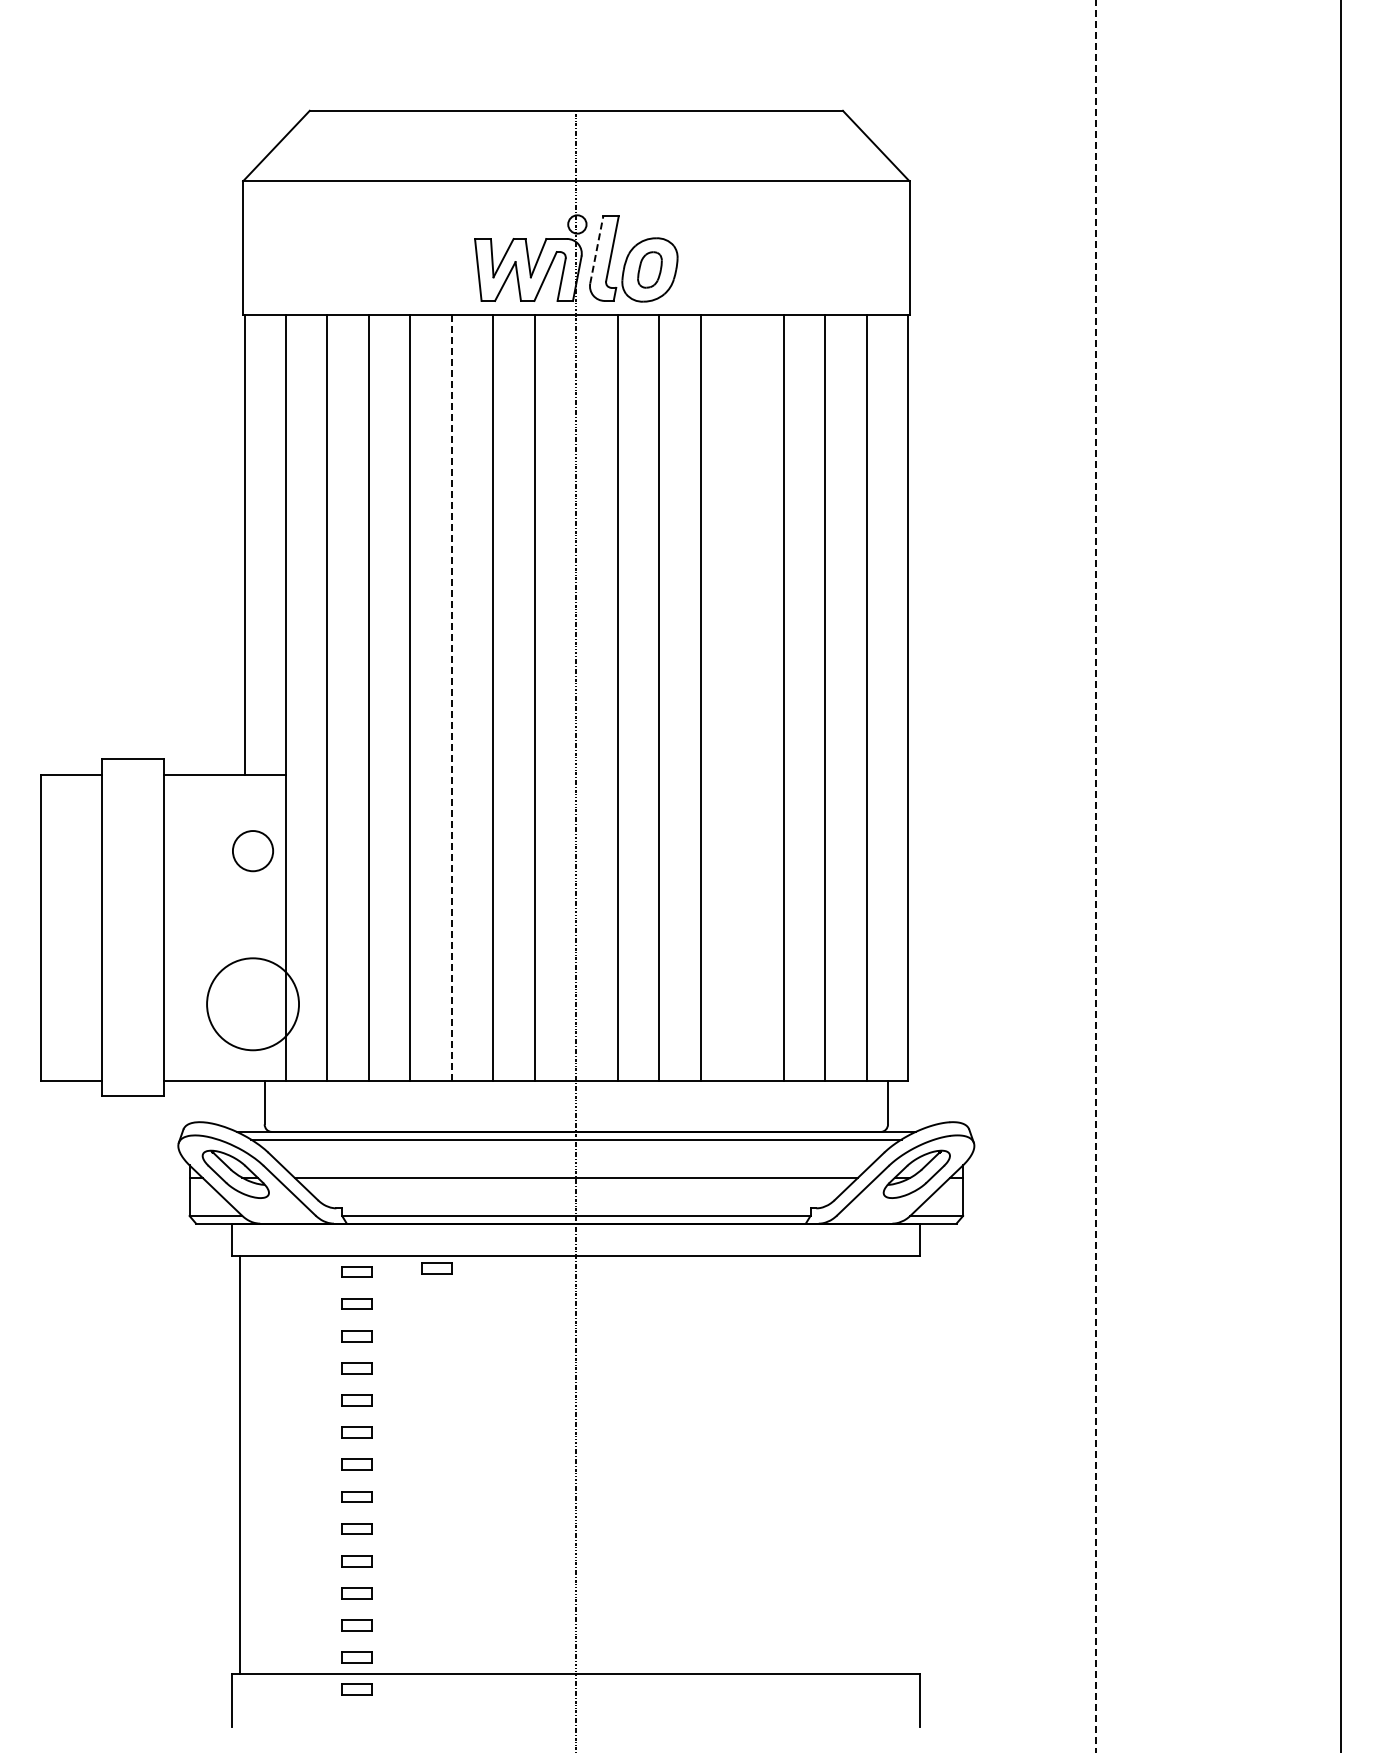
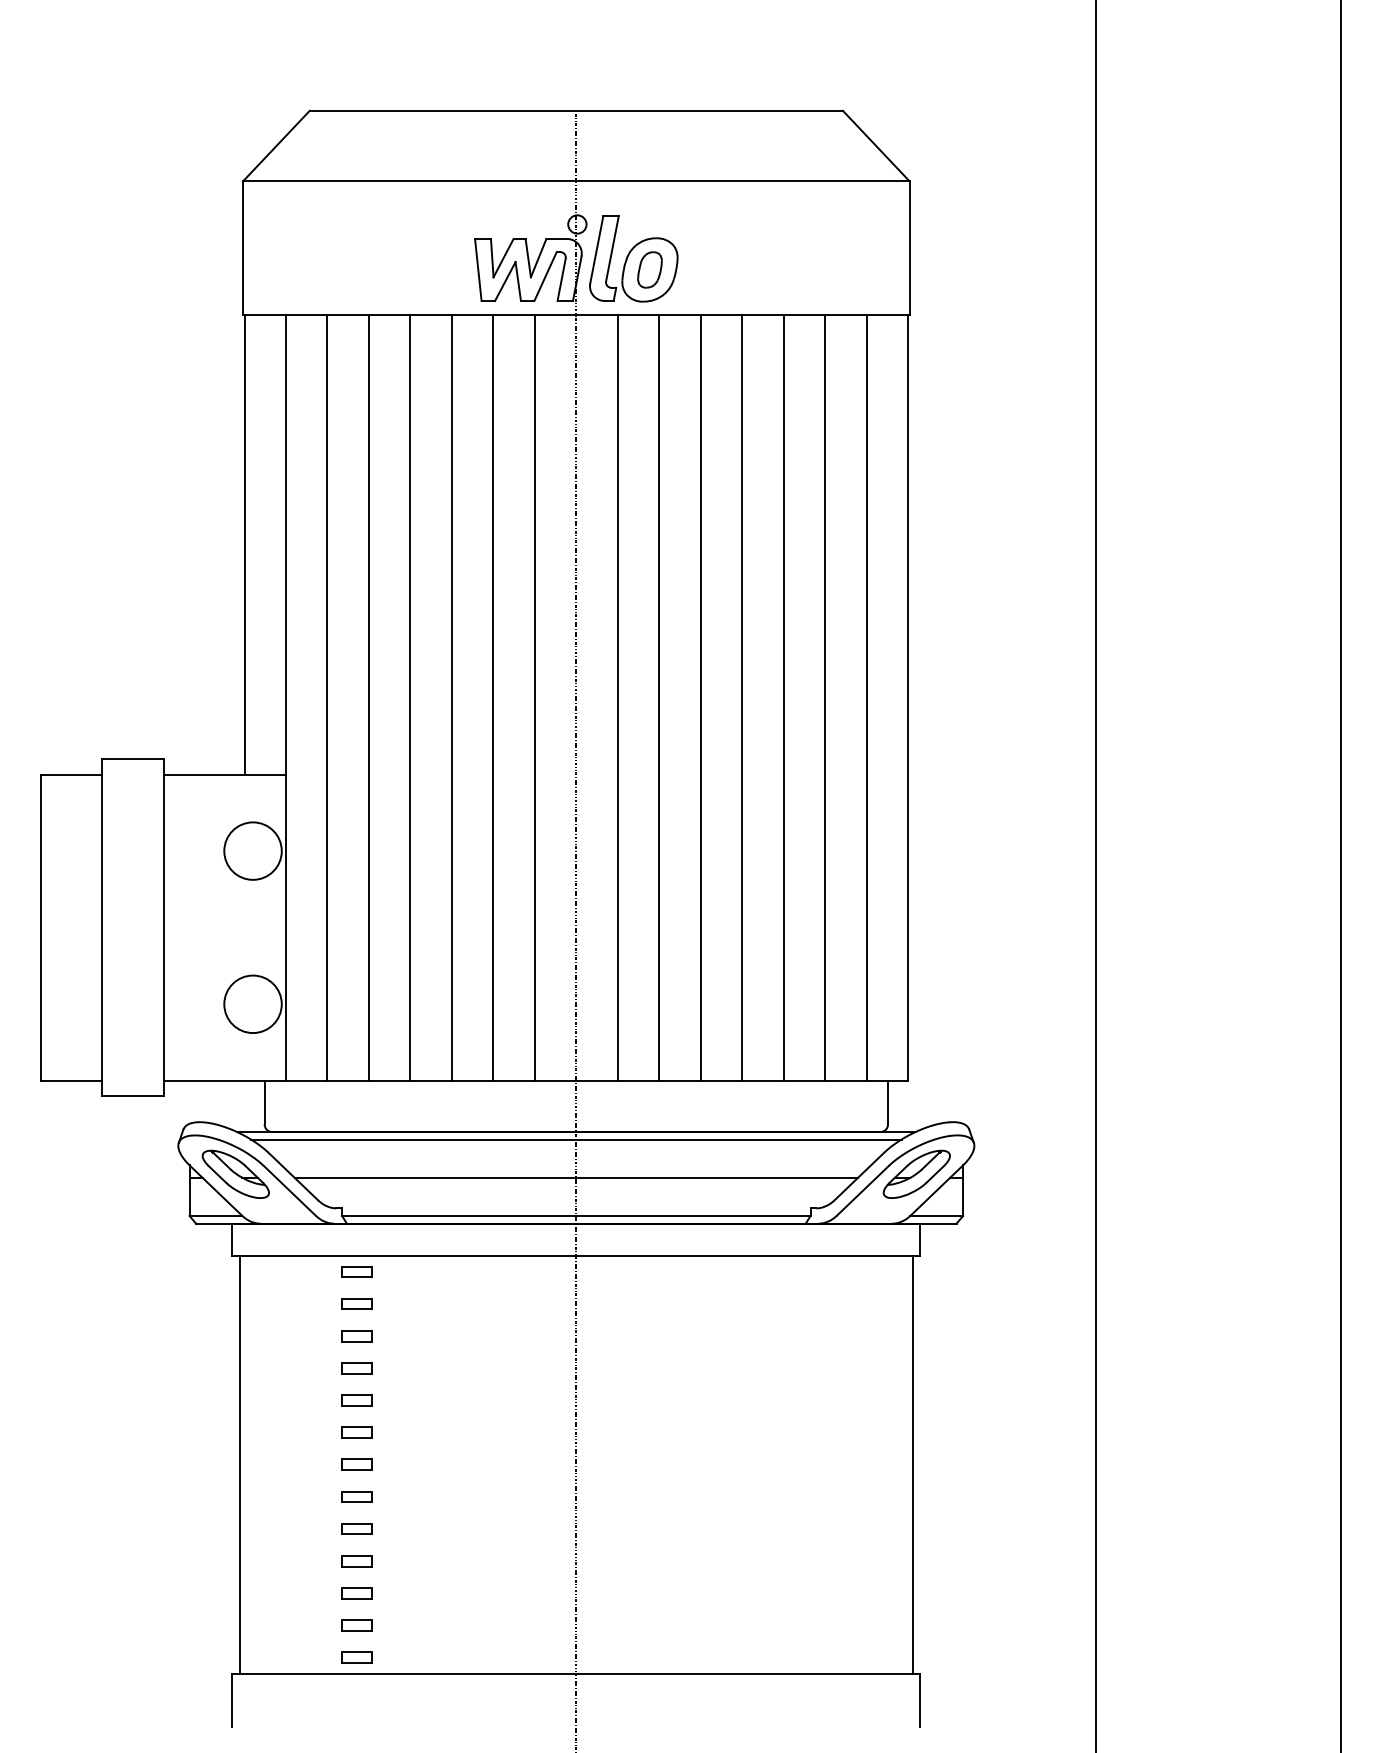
line at (596, 249): dashed -> solid
line at (451, 697): dashed -> solid
line at (742, 697): none -> present
circle at (252, 851) diameter: 40 px -> 57 px
line at (1096, 876): dashed -> solid
circle at (253, 1004) diameter: 92 px -> 57 px
part at (436, 1268): present -> none
line at (912, 1464): none -> present
part at (356, 1689): present -> none
